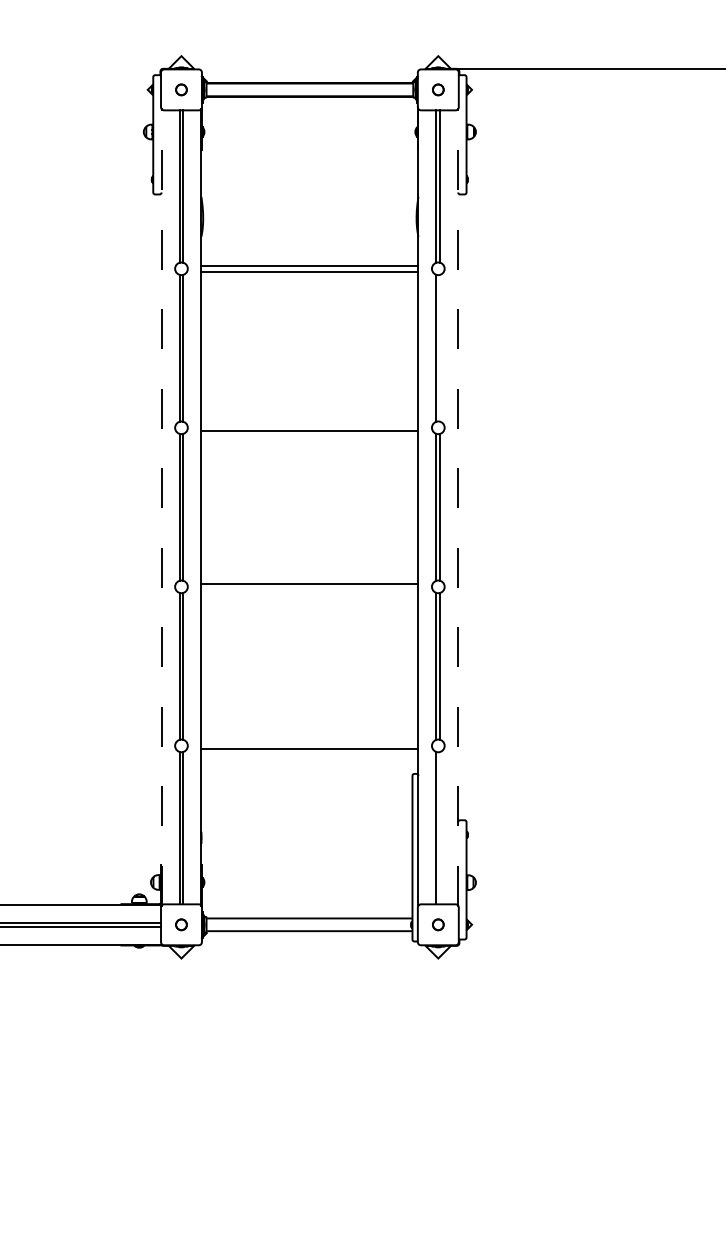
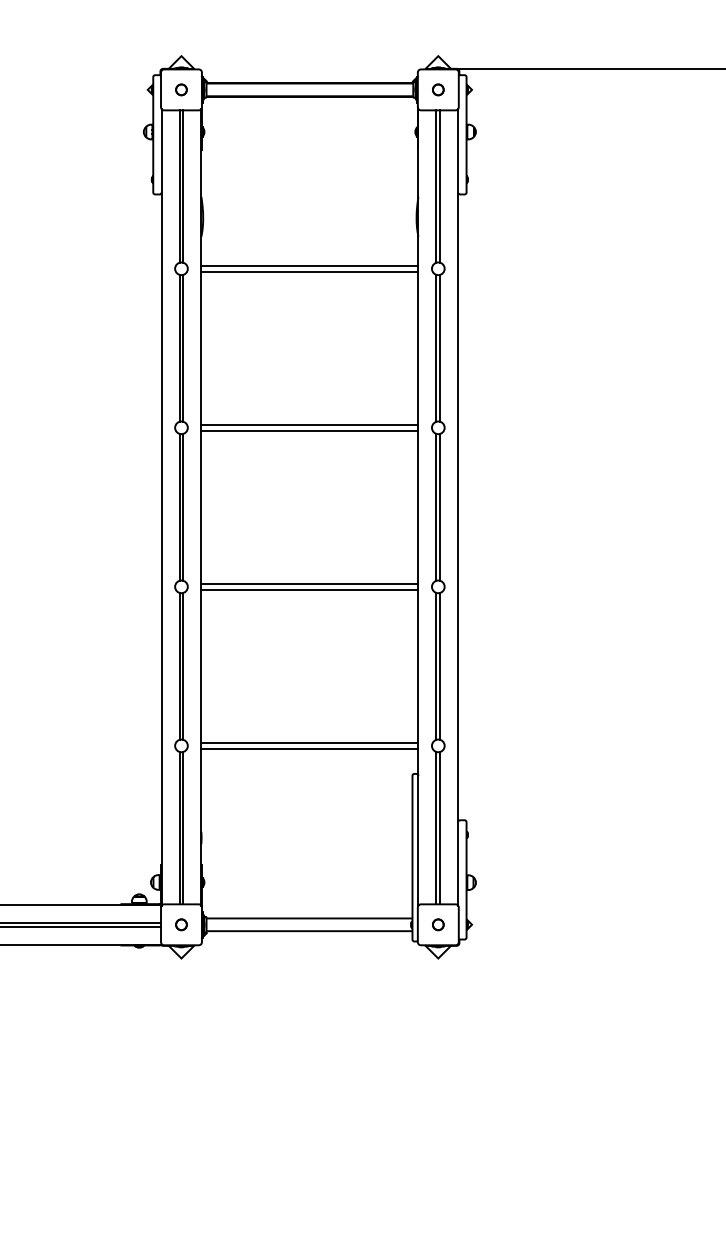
line at (440, 347): none -> present
line at (309, 424): none -> present
line at (161, 507): dashed -> solid
line at (458, 507): dashed -> solid
line at (309, 590): none -> present
line at (309, 742): none -> present
line at (440, 827): none -> present
